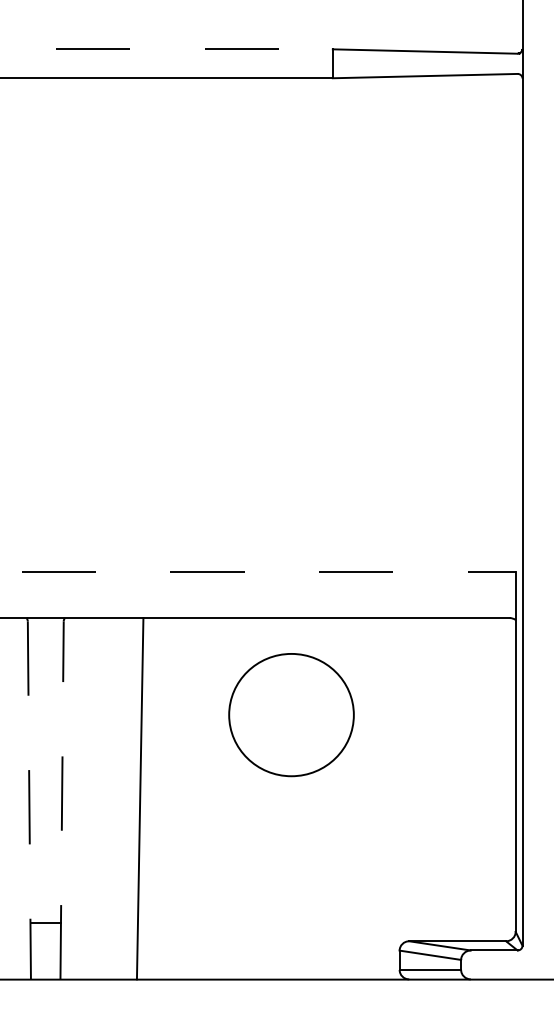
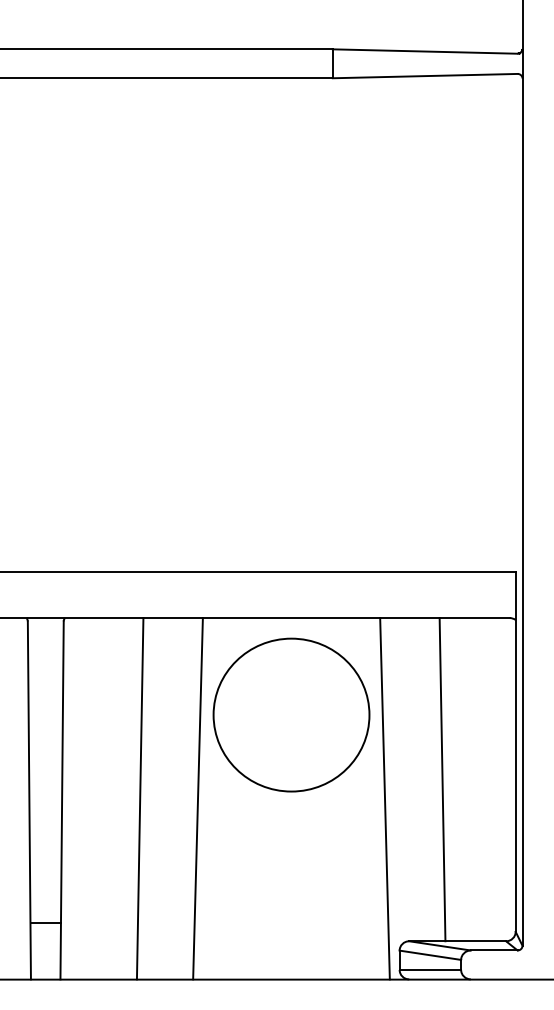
line at (167, 49): dashed -> solid
line at (258, 572): dashed -> solid
part at (291, 715) size: 127x125 px -> 159x156 px
line at (442, 779): none -> present
line at (197, 798): none -> present
line at (384, 798): none -> present
line at (62, 799): dashed -> solid
line at (29, 800): dashed -> solid
